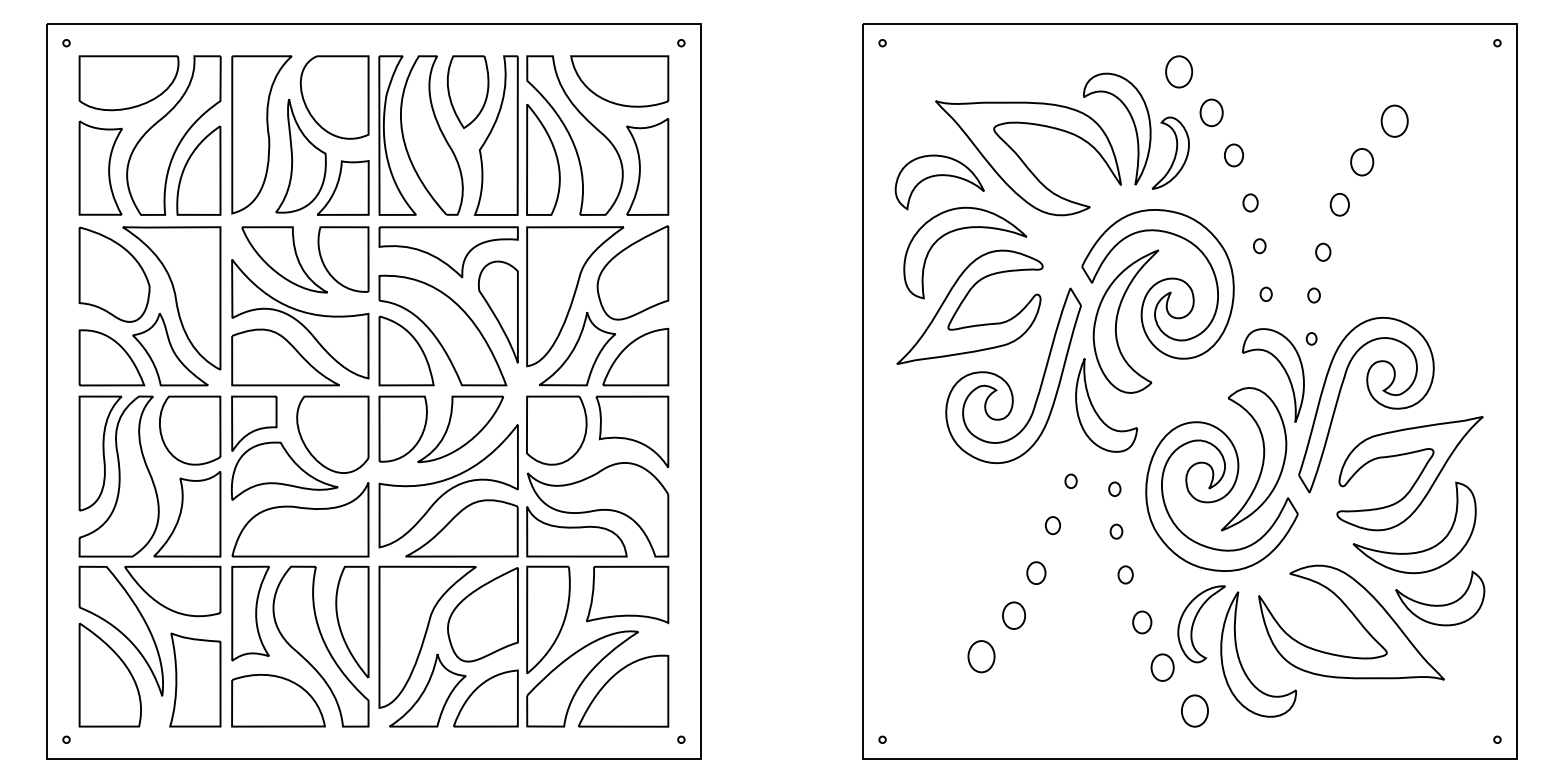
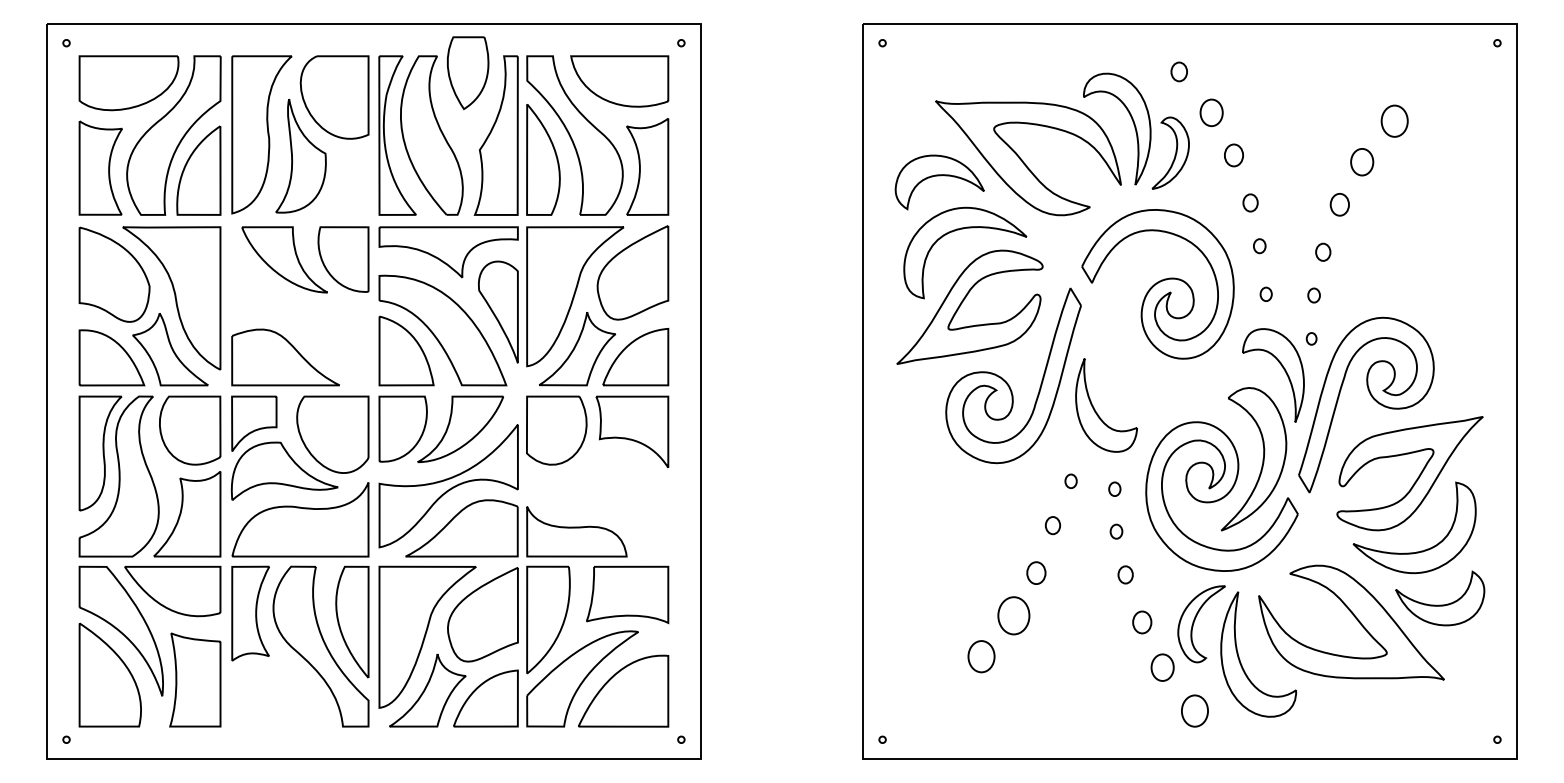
part at (1179, 71) size: 29x34 px -> 18x22 px
part at (467, 92) position: (467, 92) -> (467, 73)
part at (342, 187): present -> none
part at (300, 319): present -> none
part at (1117, 321): present -> none
part at (598, 509): present -> none
part at (1014, 615) size: 25x29 px -> 34x40 px
part at (278, 700): present -> none
